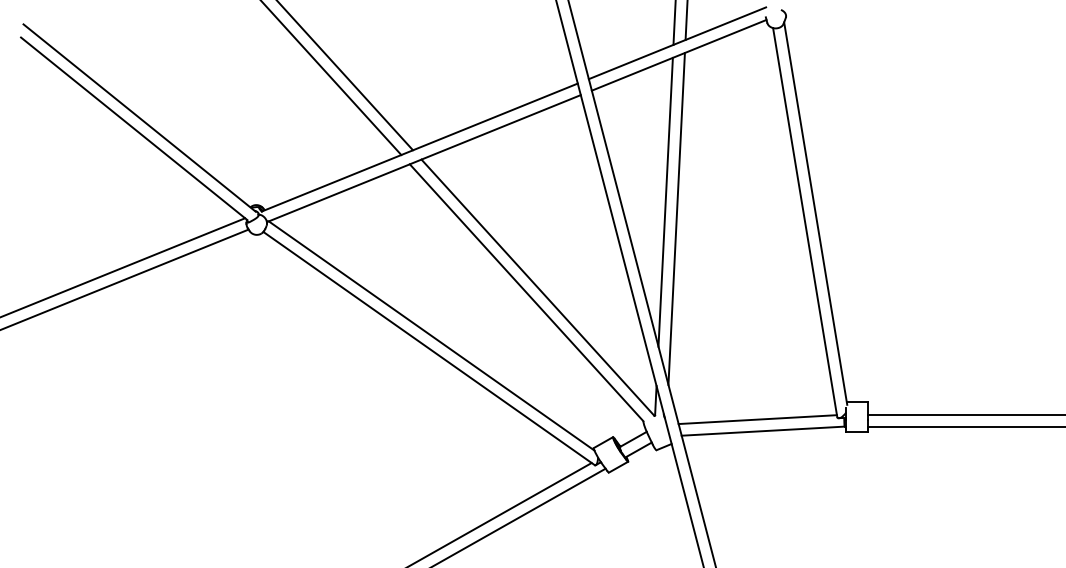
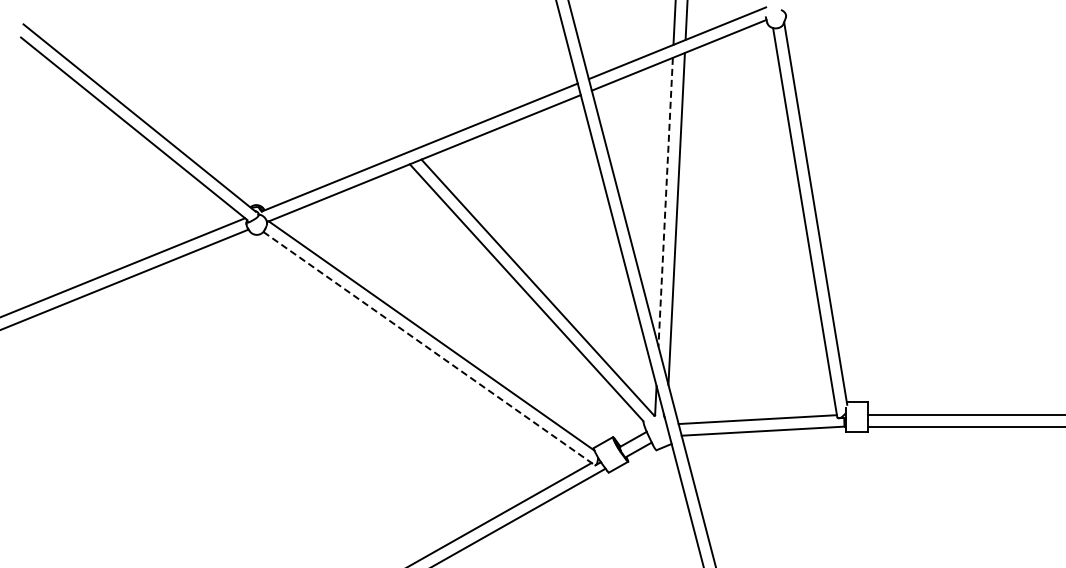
line at (345, 76): present -> none
line at (331, 78): present -> none
line at (665, 202): solid -> dashed
line at (429, 348): solid -> dashed
